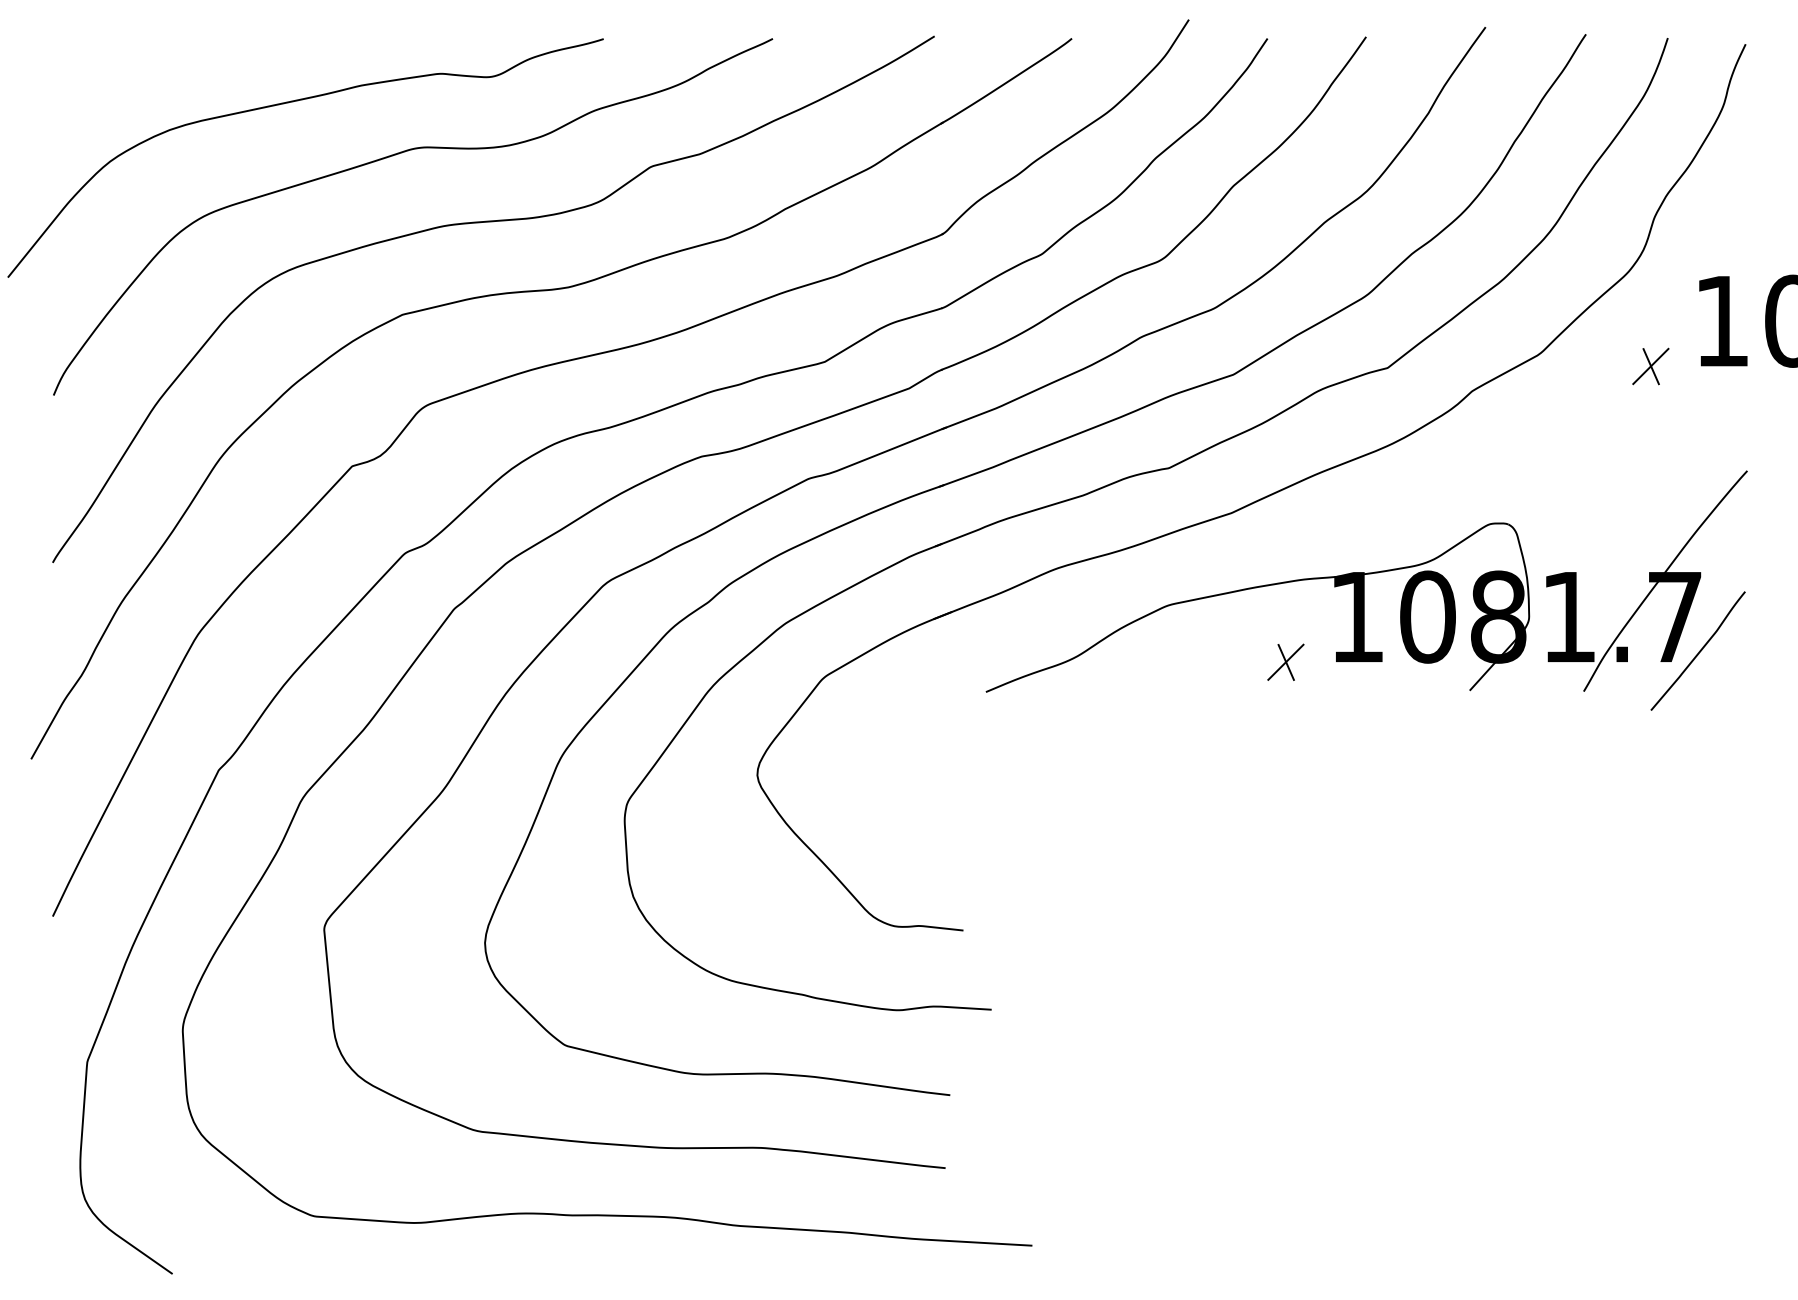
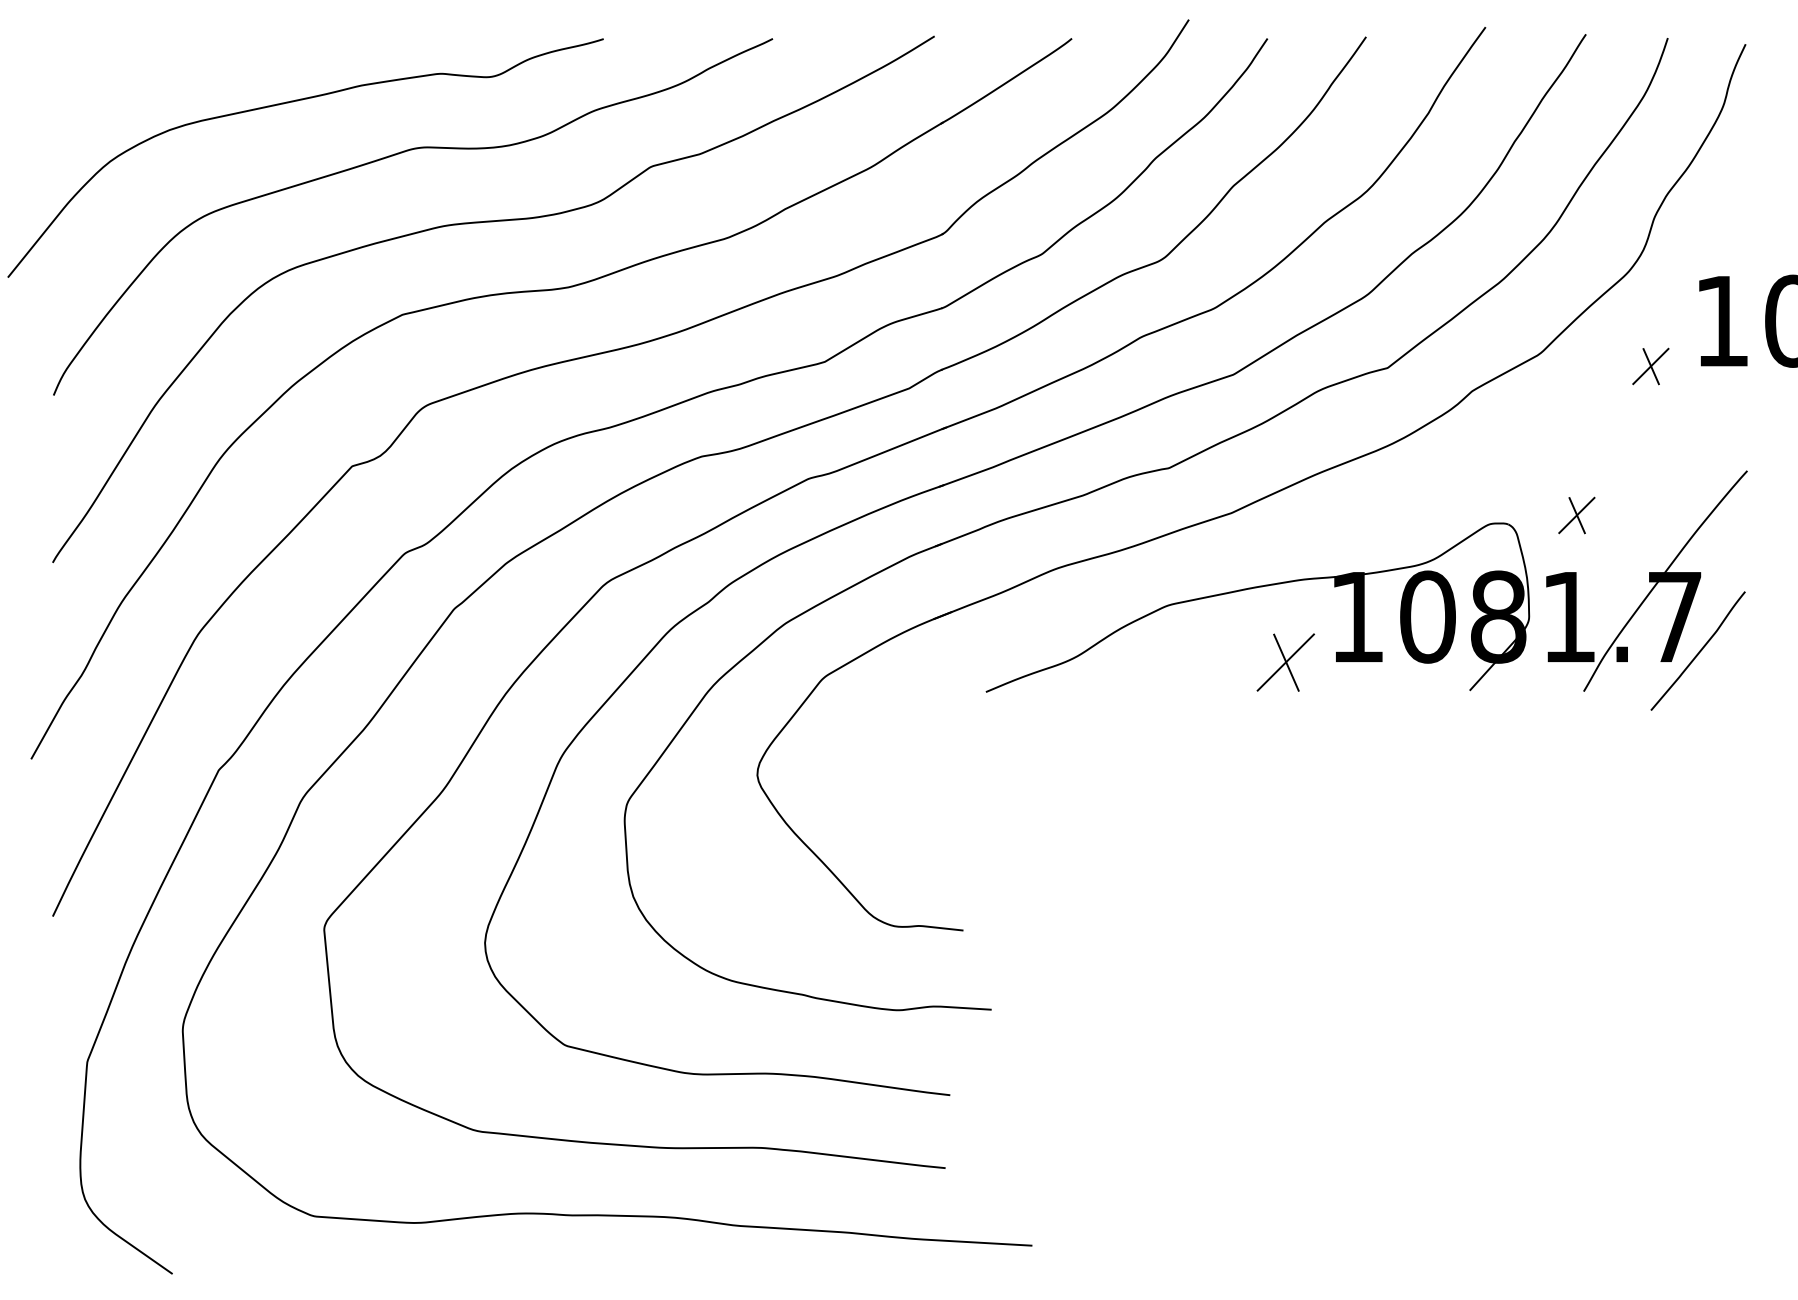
part at (1576, 515): none -> present
part at (1285, 661) size: 38x38 px -> 59x59 px
